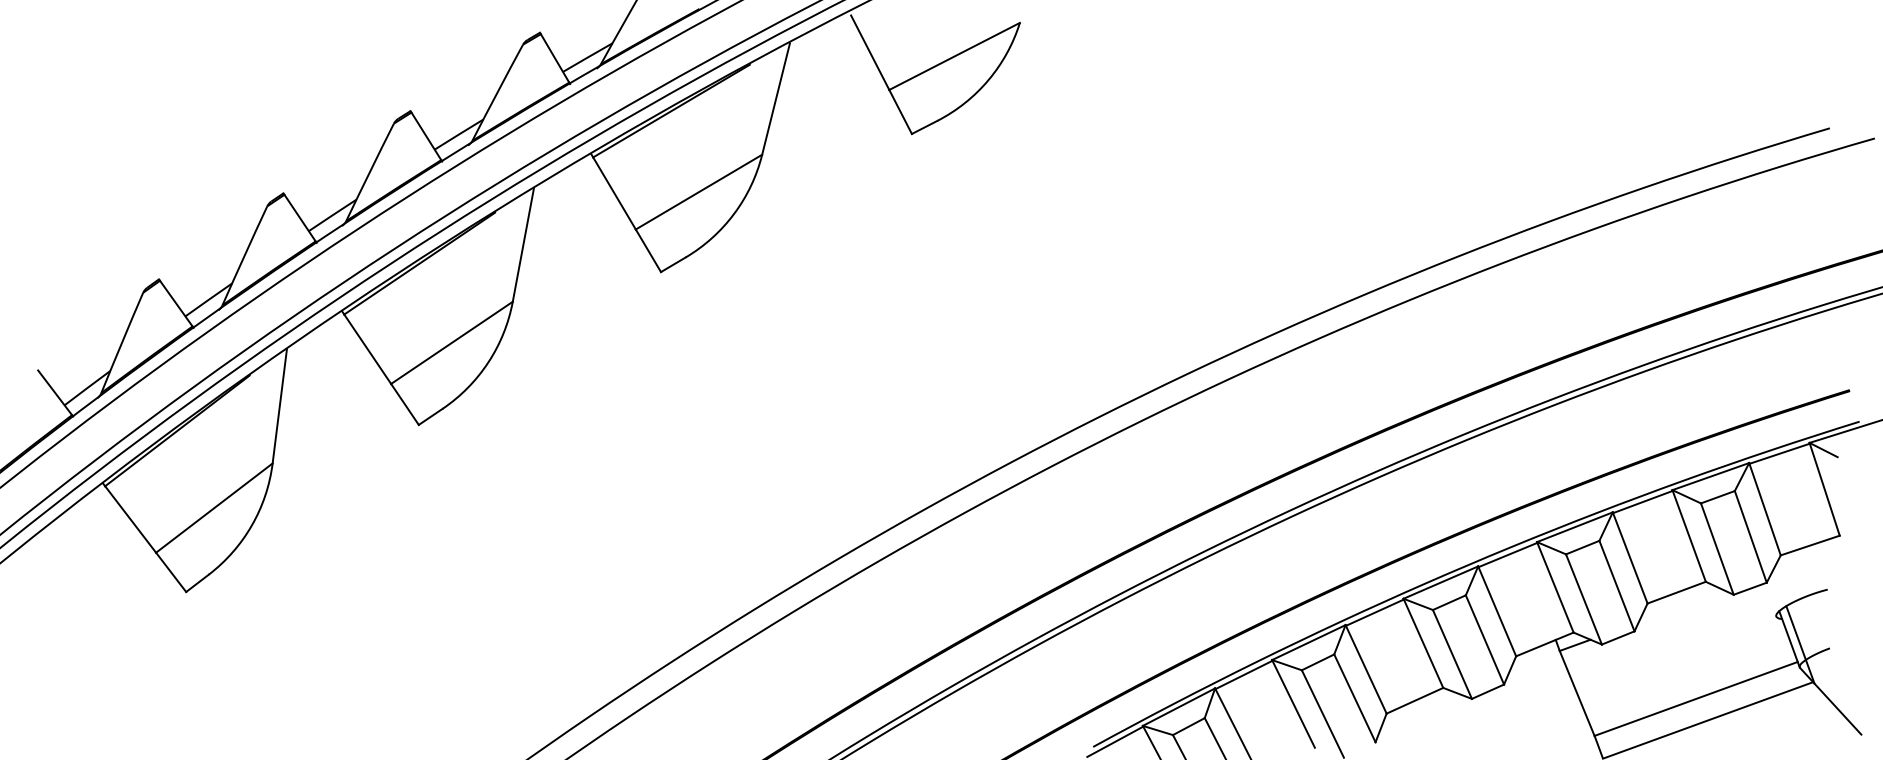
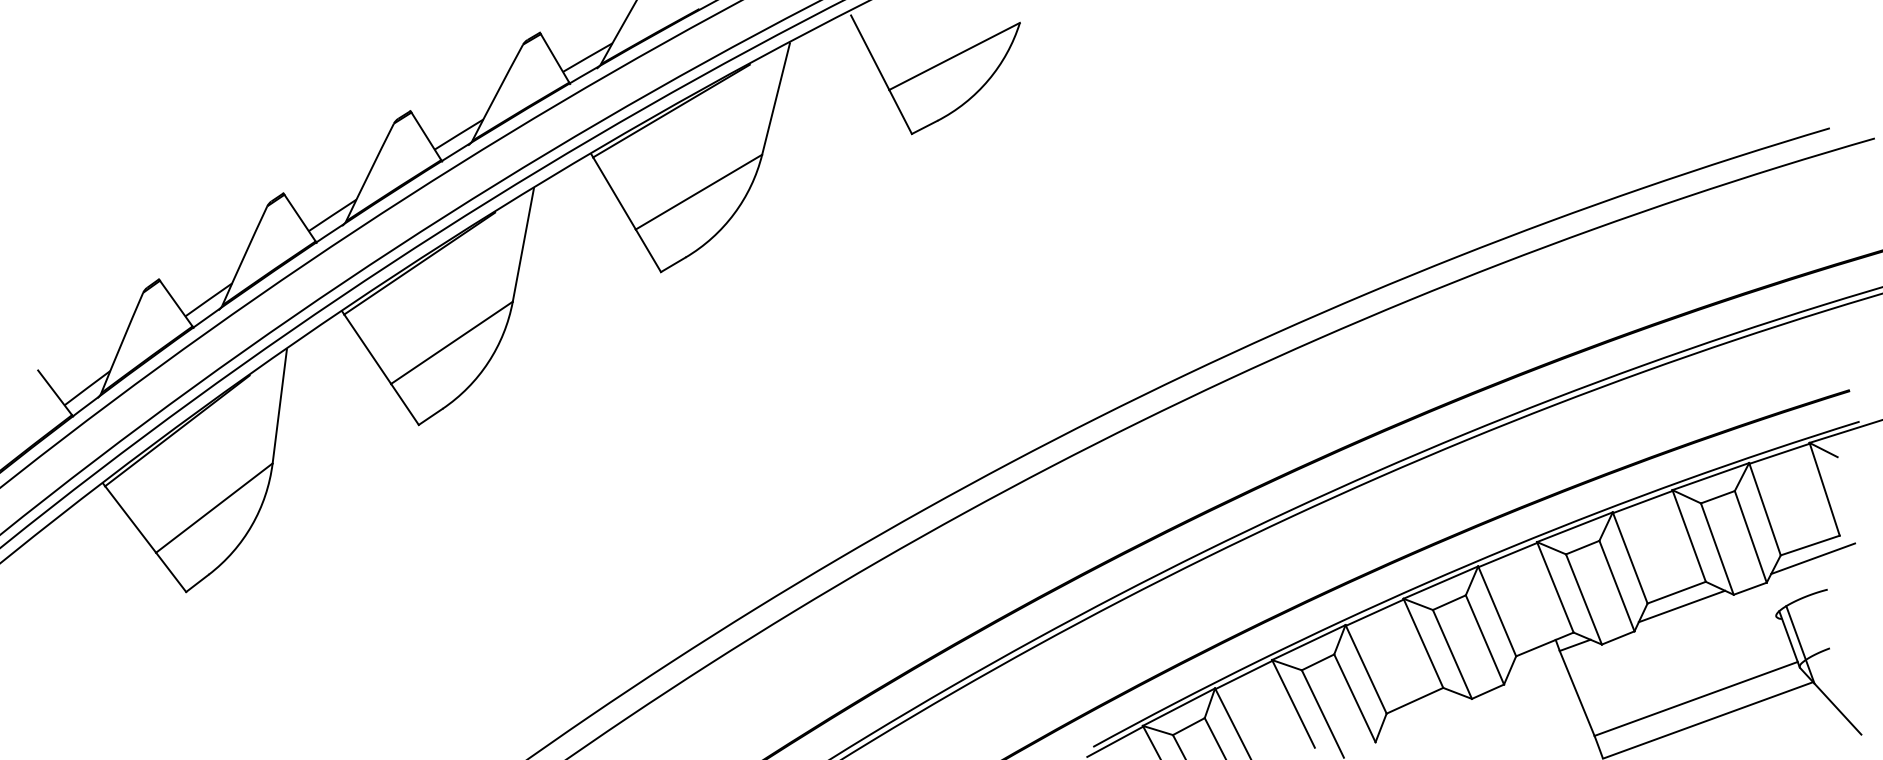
line at (1813, 558): none -> present
line at (1681, 606): none -> present
